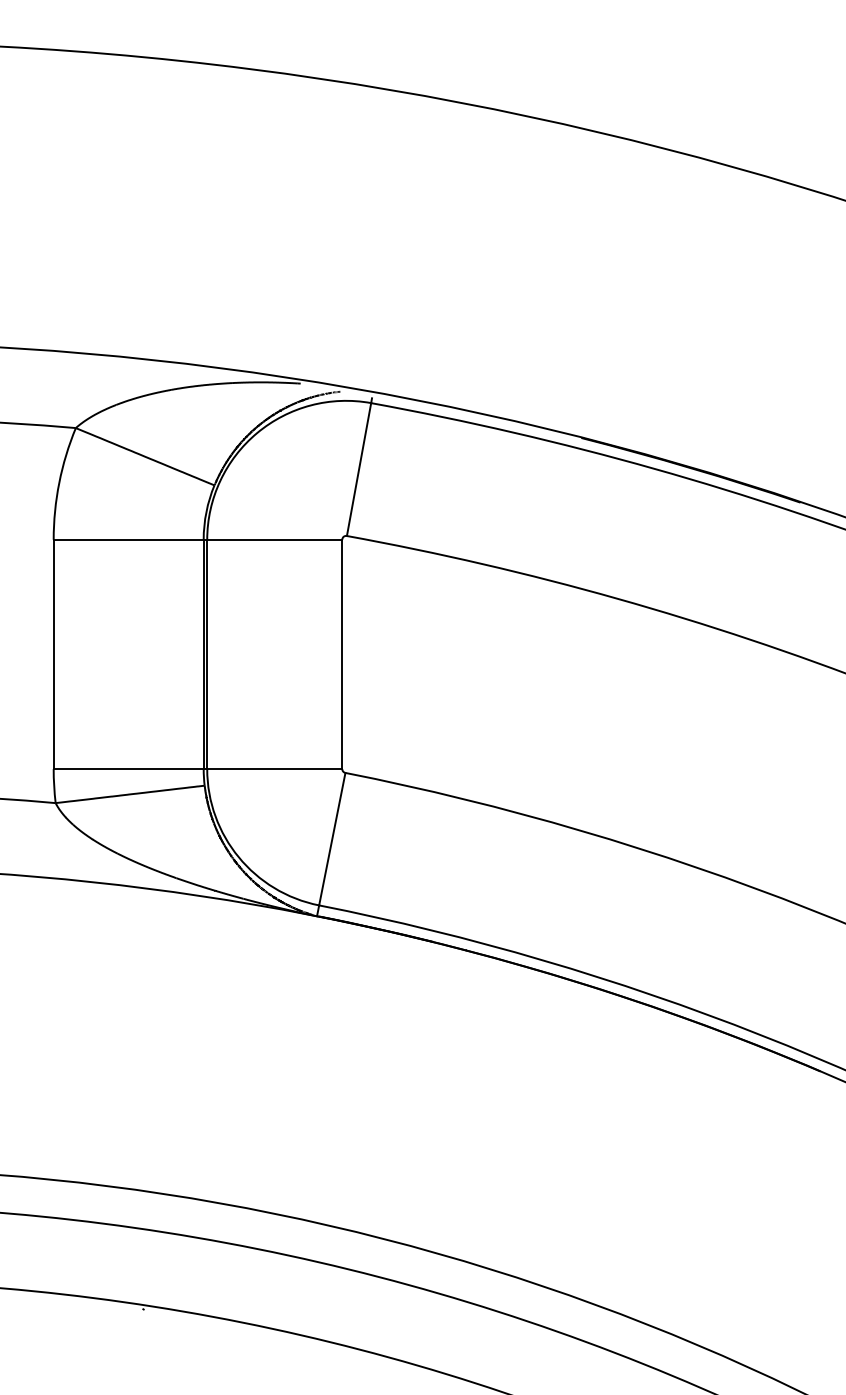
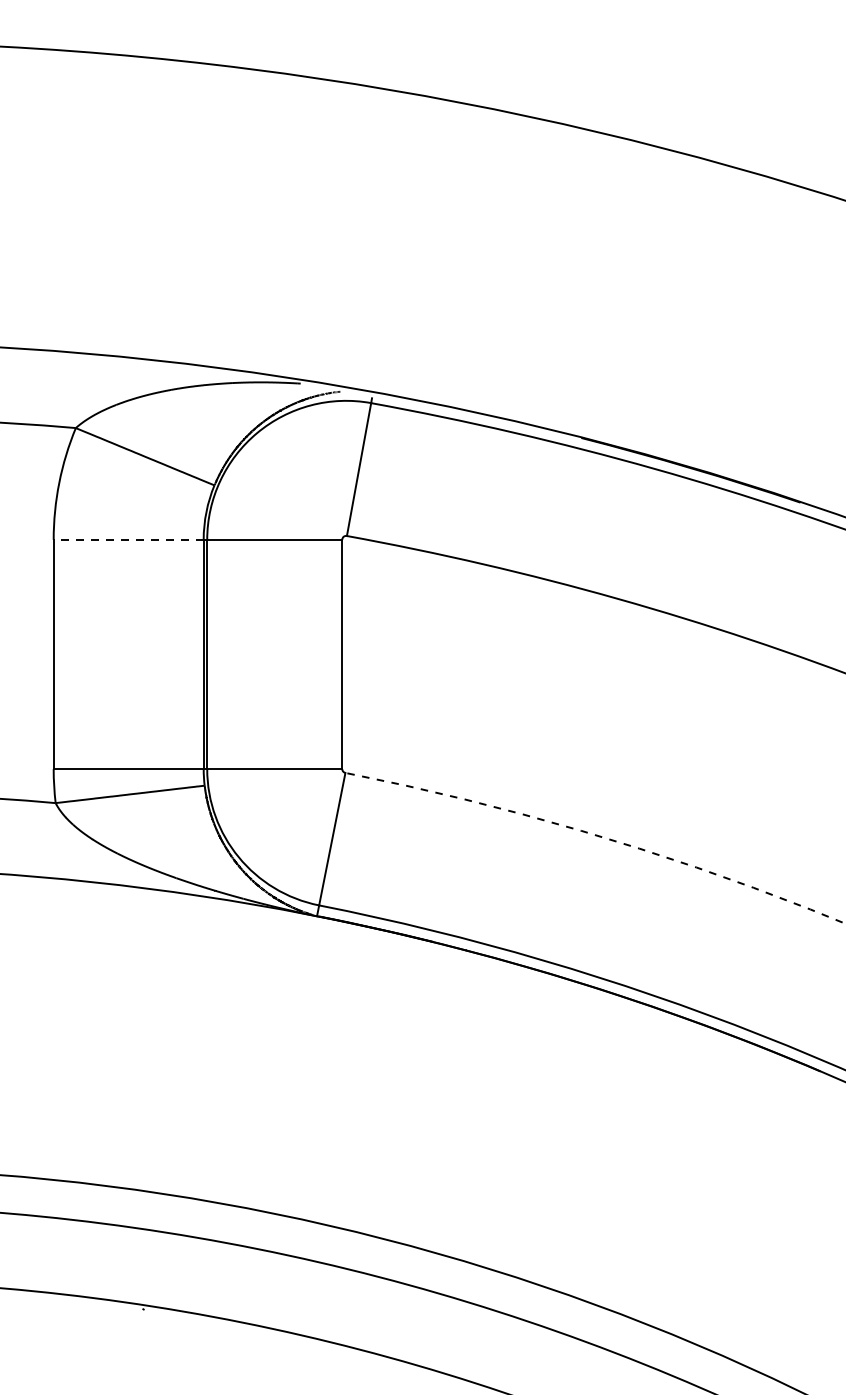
line at (128, 539): solid -> dashed
arc at (599, 836): solid -> dashed
